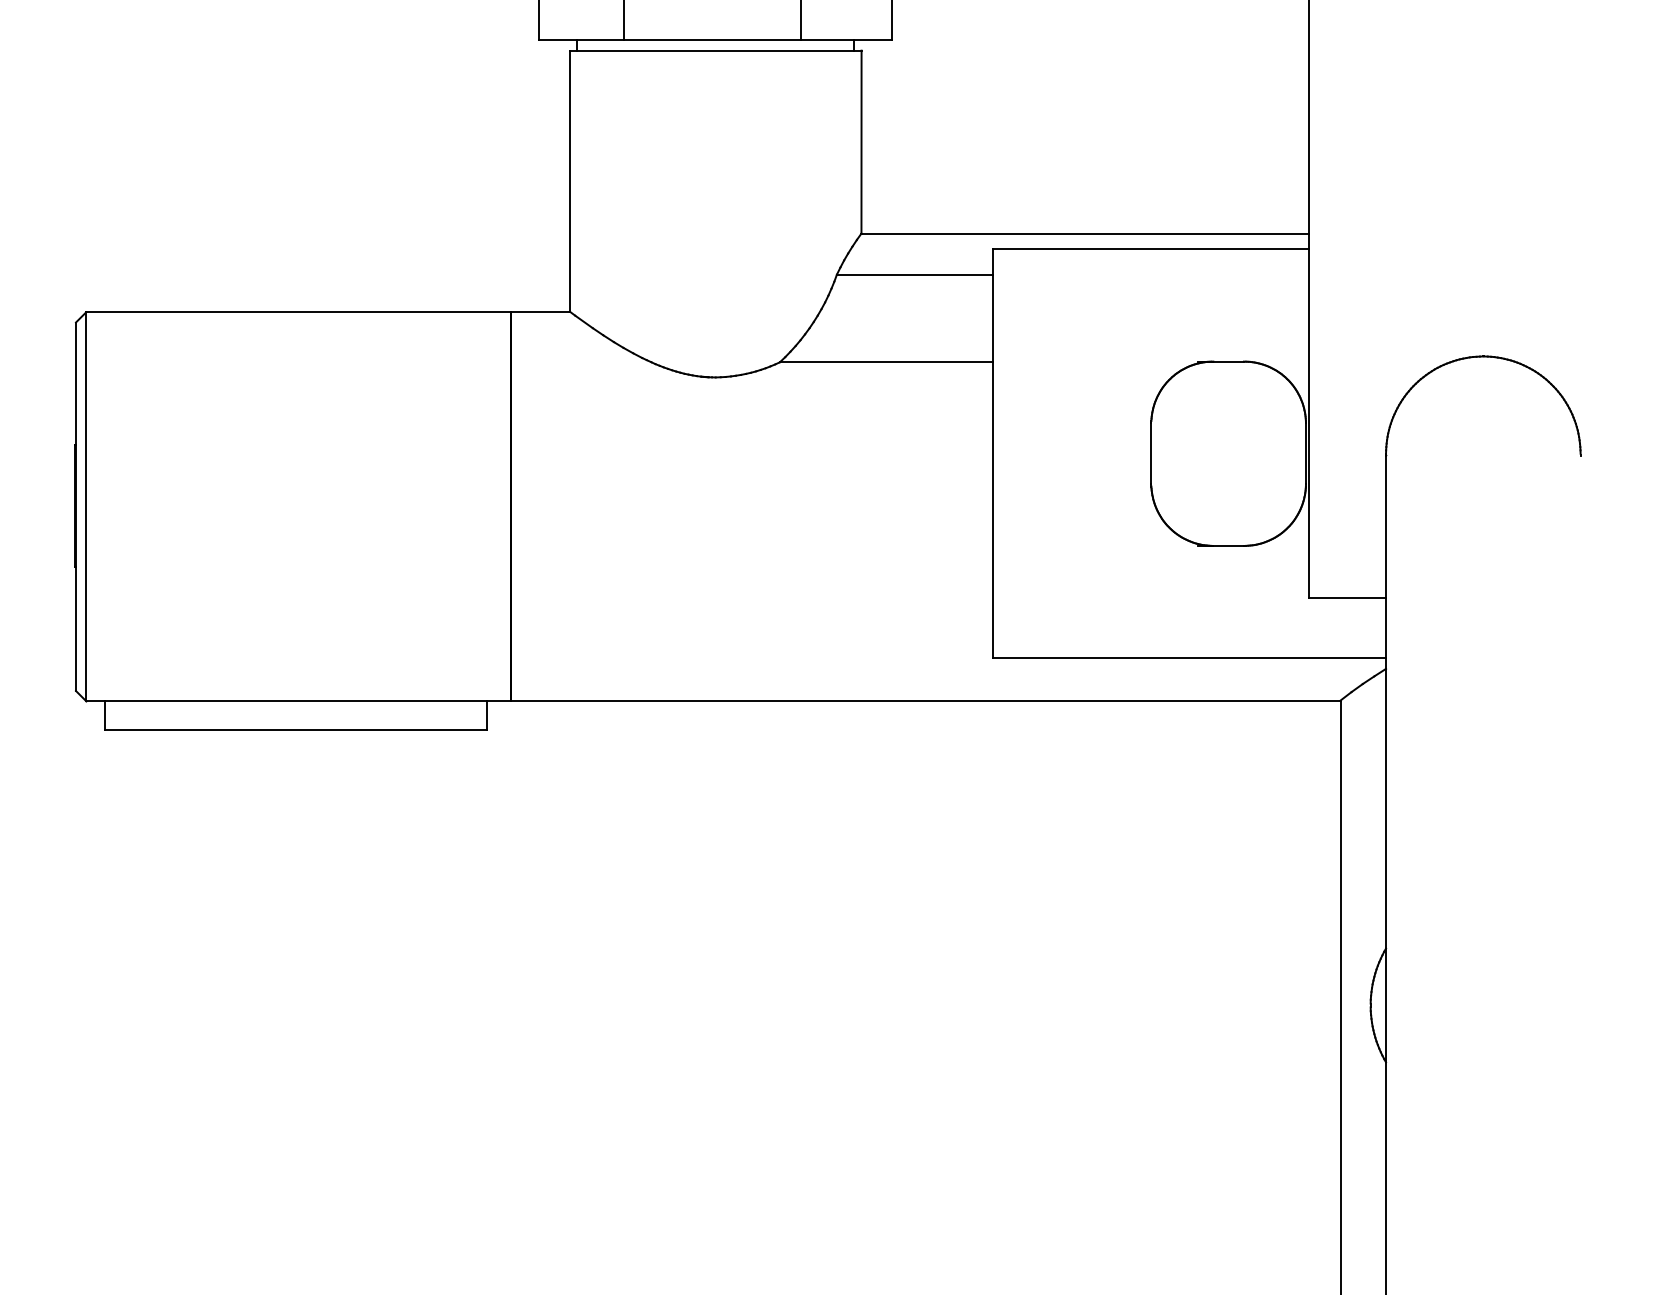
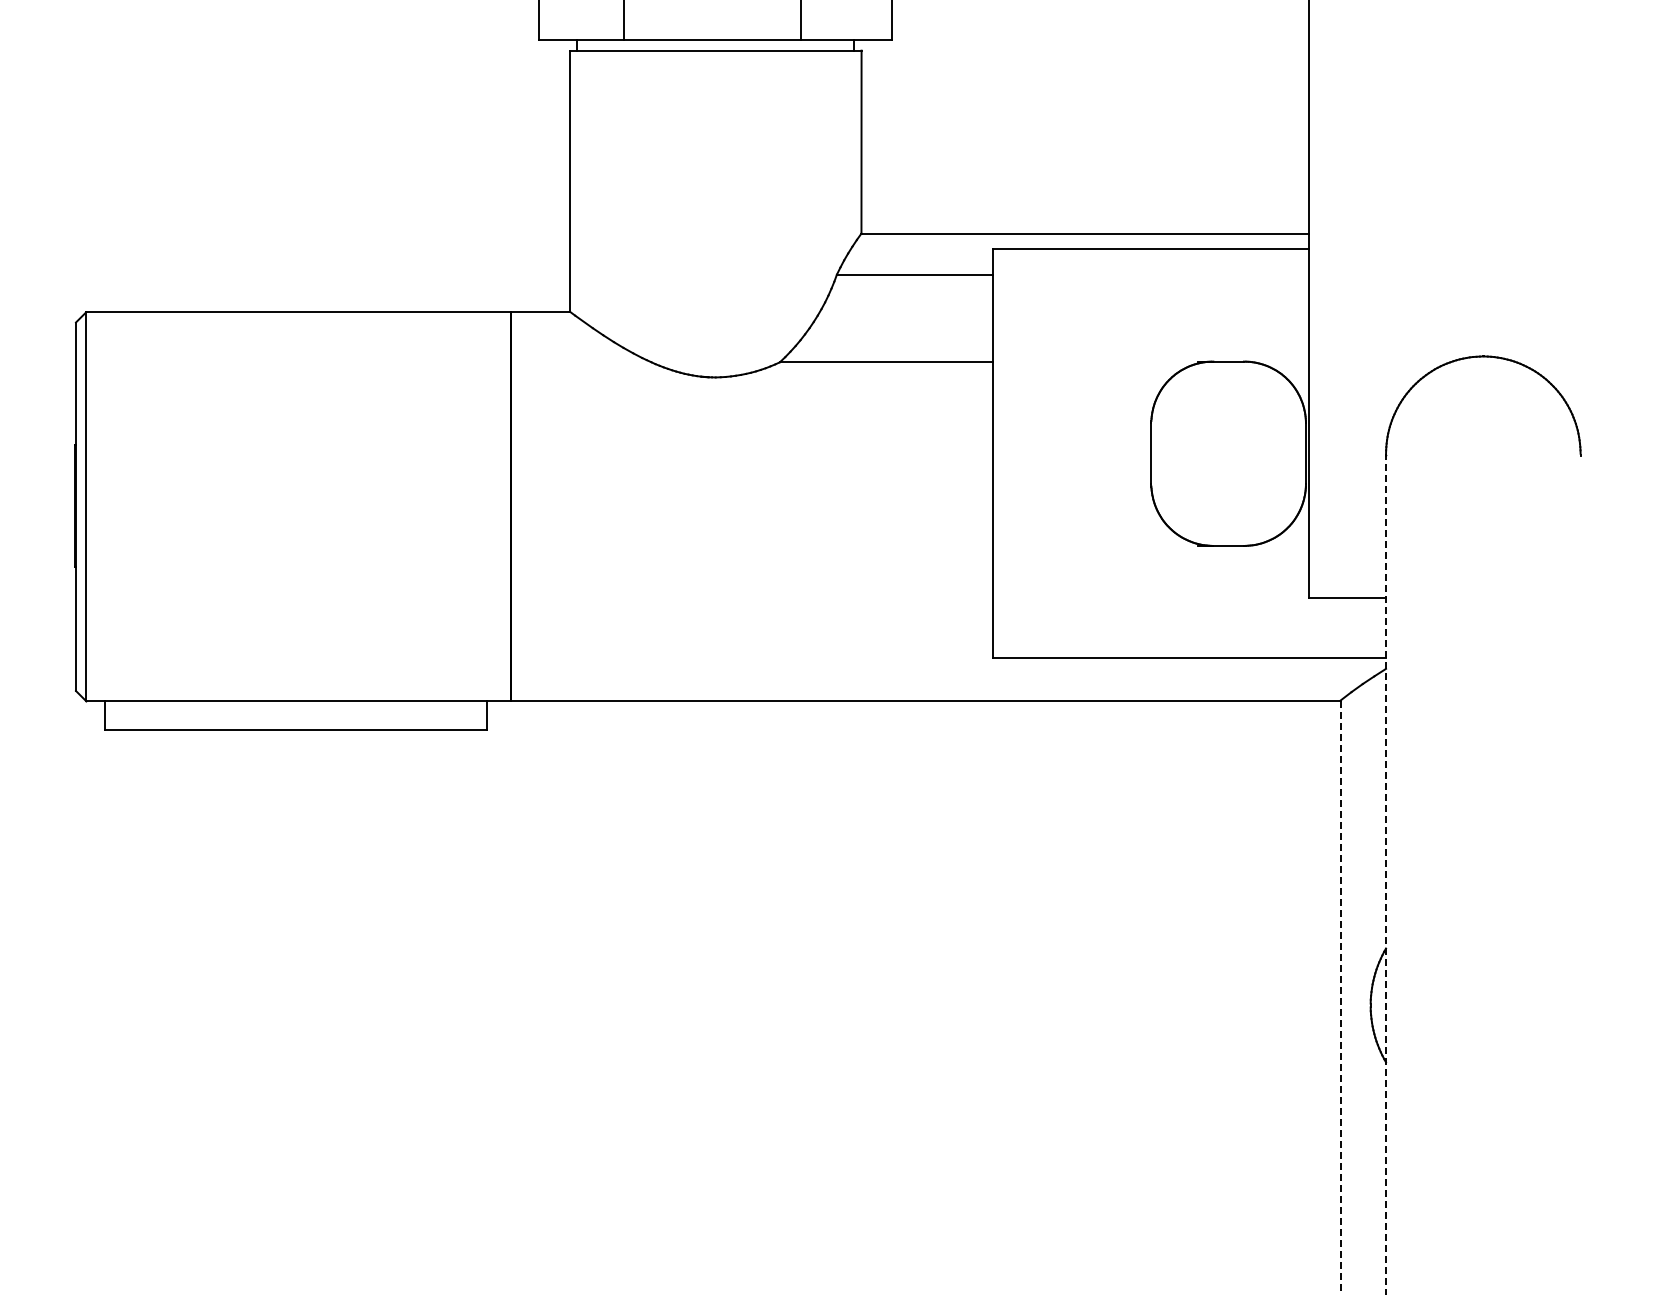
line at (1386, 873): solid -> dashed
line at (1340, 997): solid -> dashed
